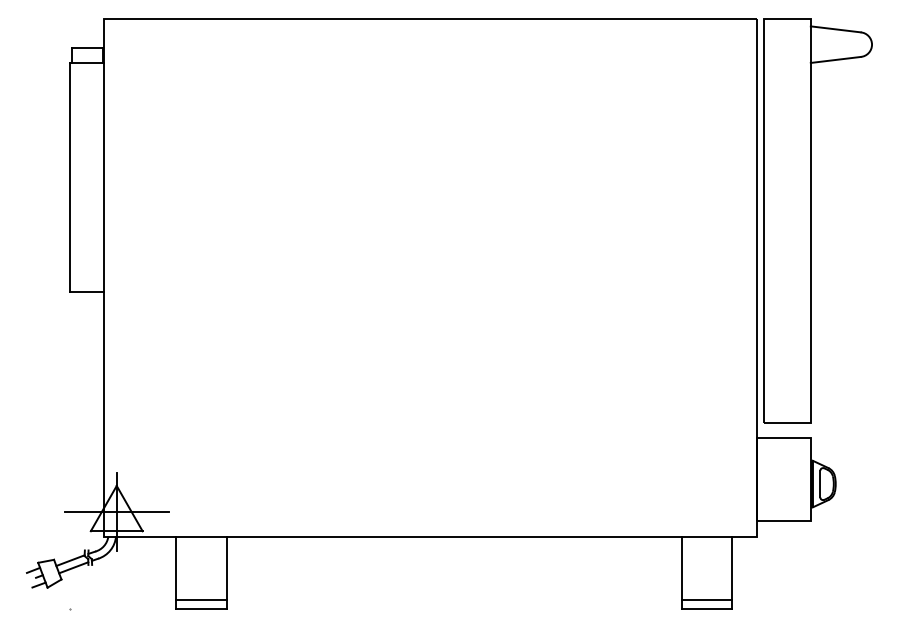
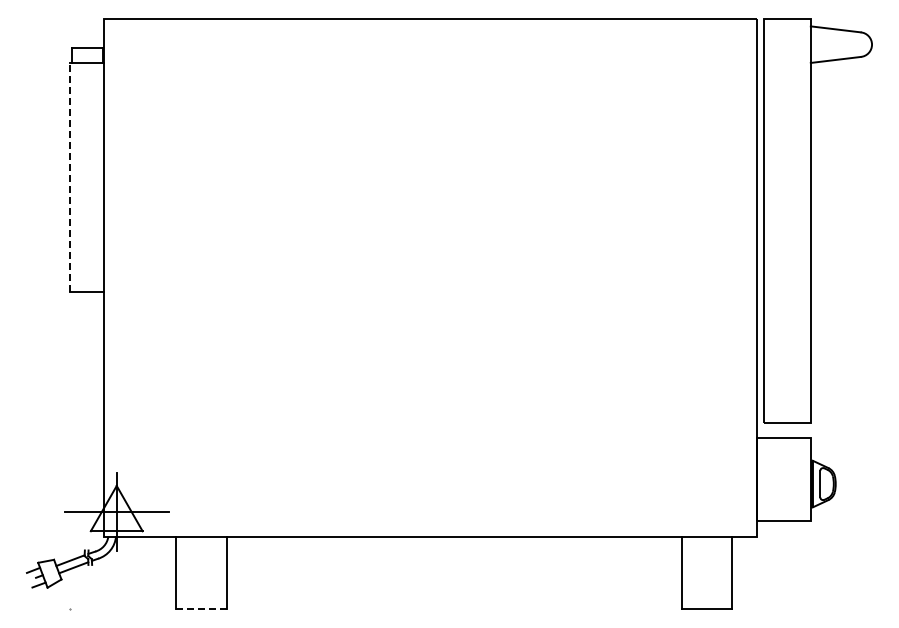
line at (70, 176): solid -> dashed
line at (201, 599): present -> none
line at (706, 599): present -> none
line at (201, 609): solid -> dashed
